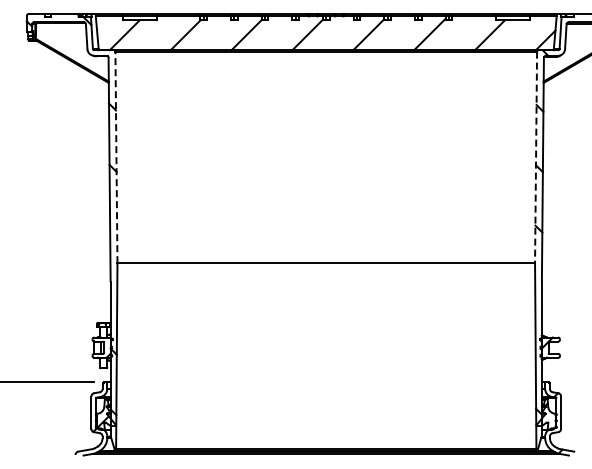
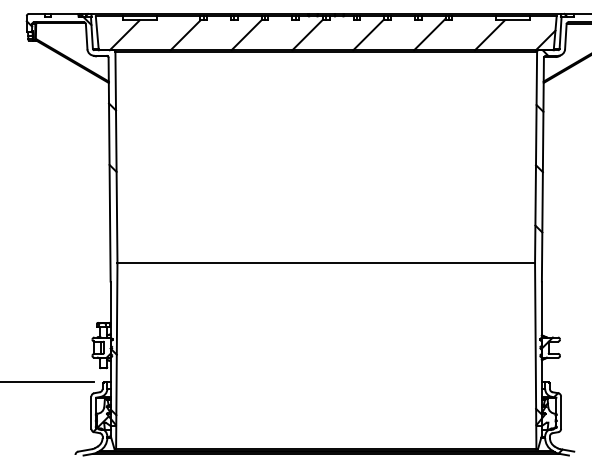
line at (116, 157): dashed -> solid
line at (536, 157): dashed -> solid
